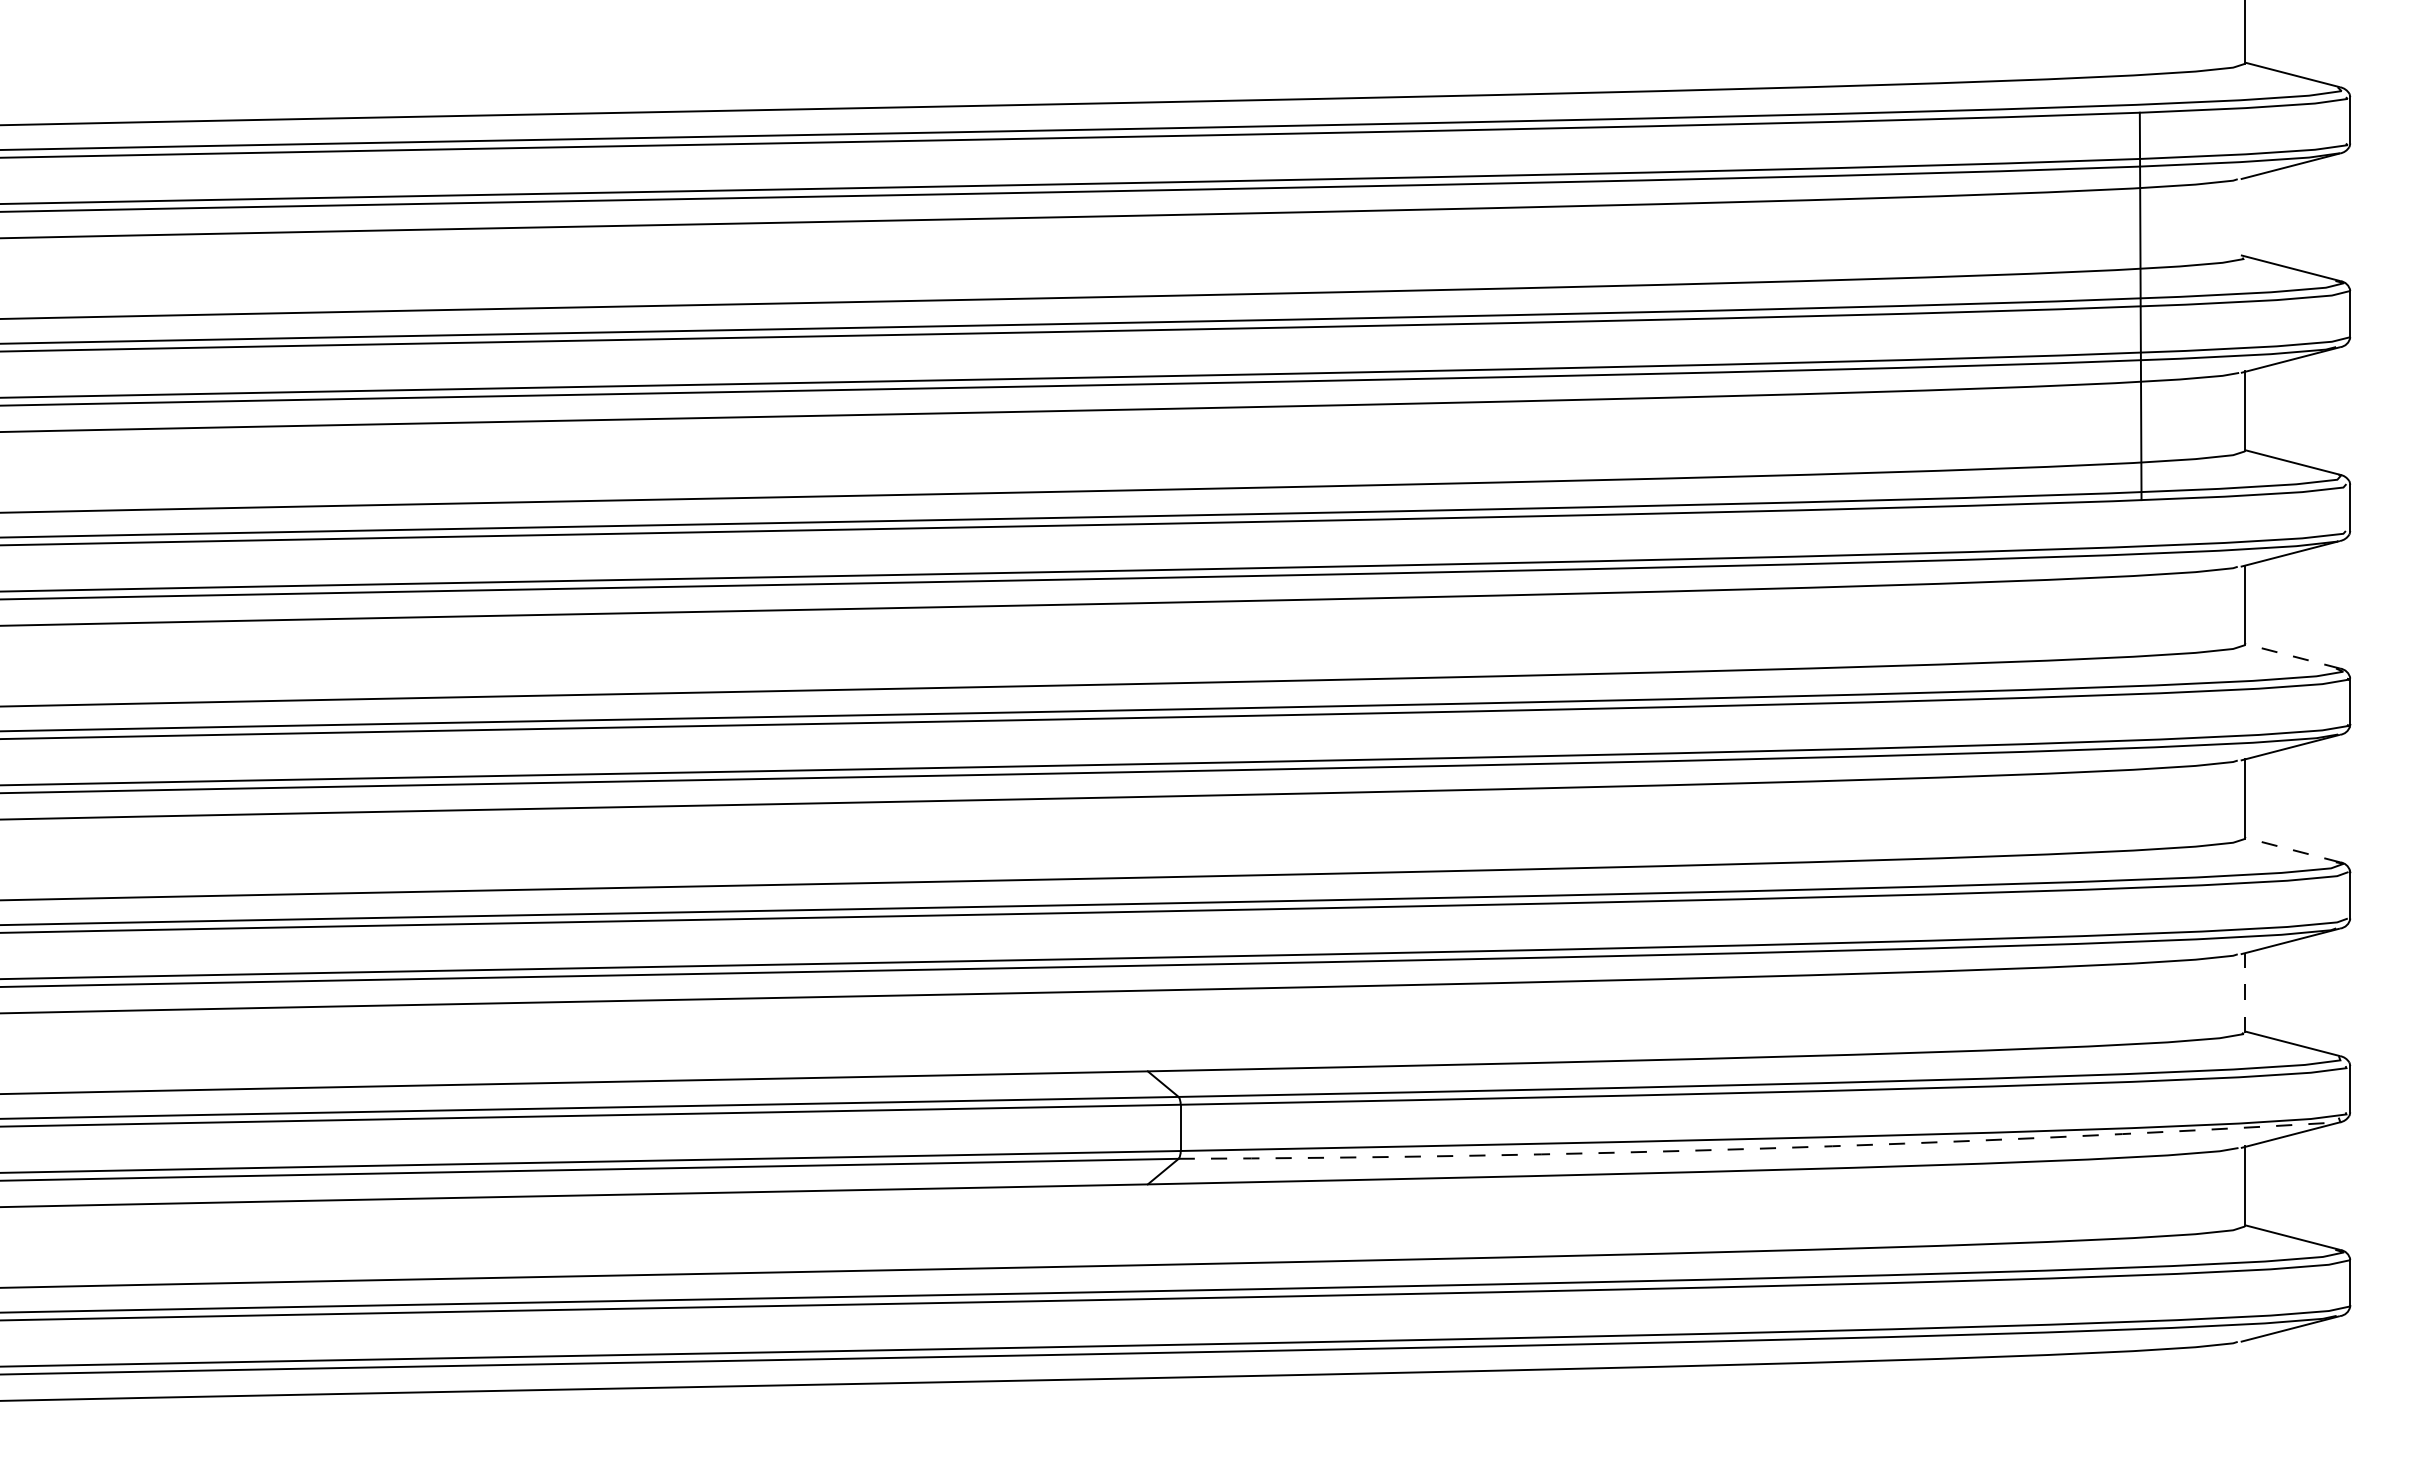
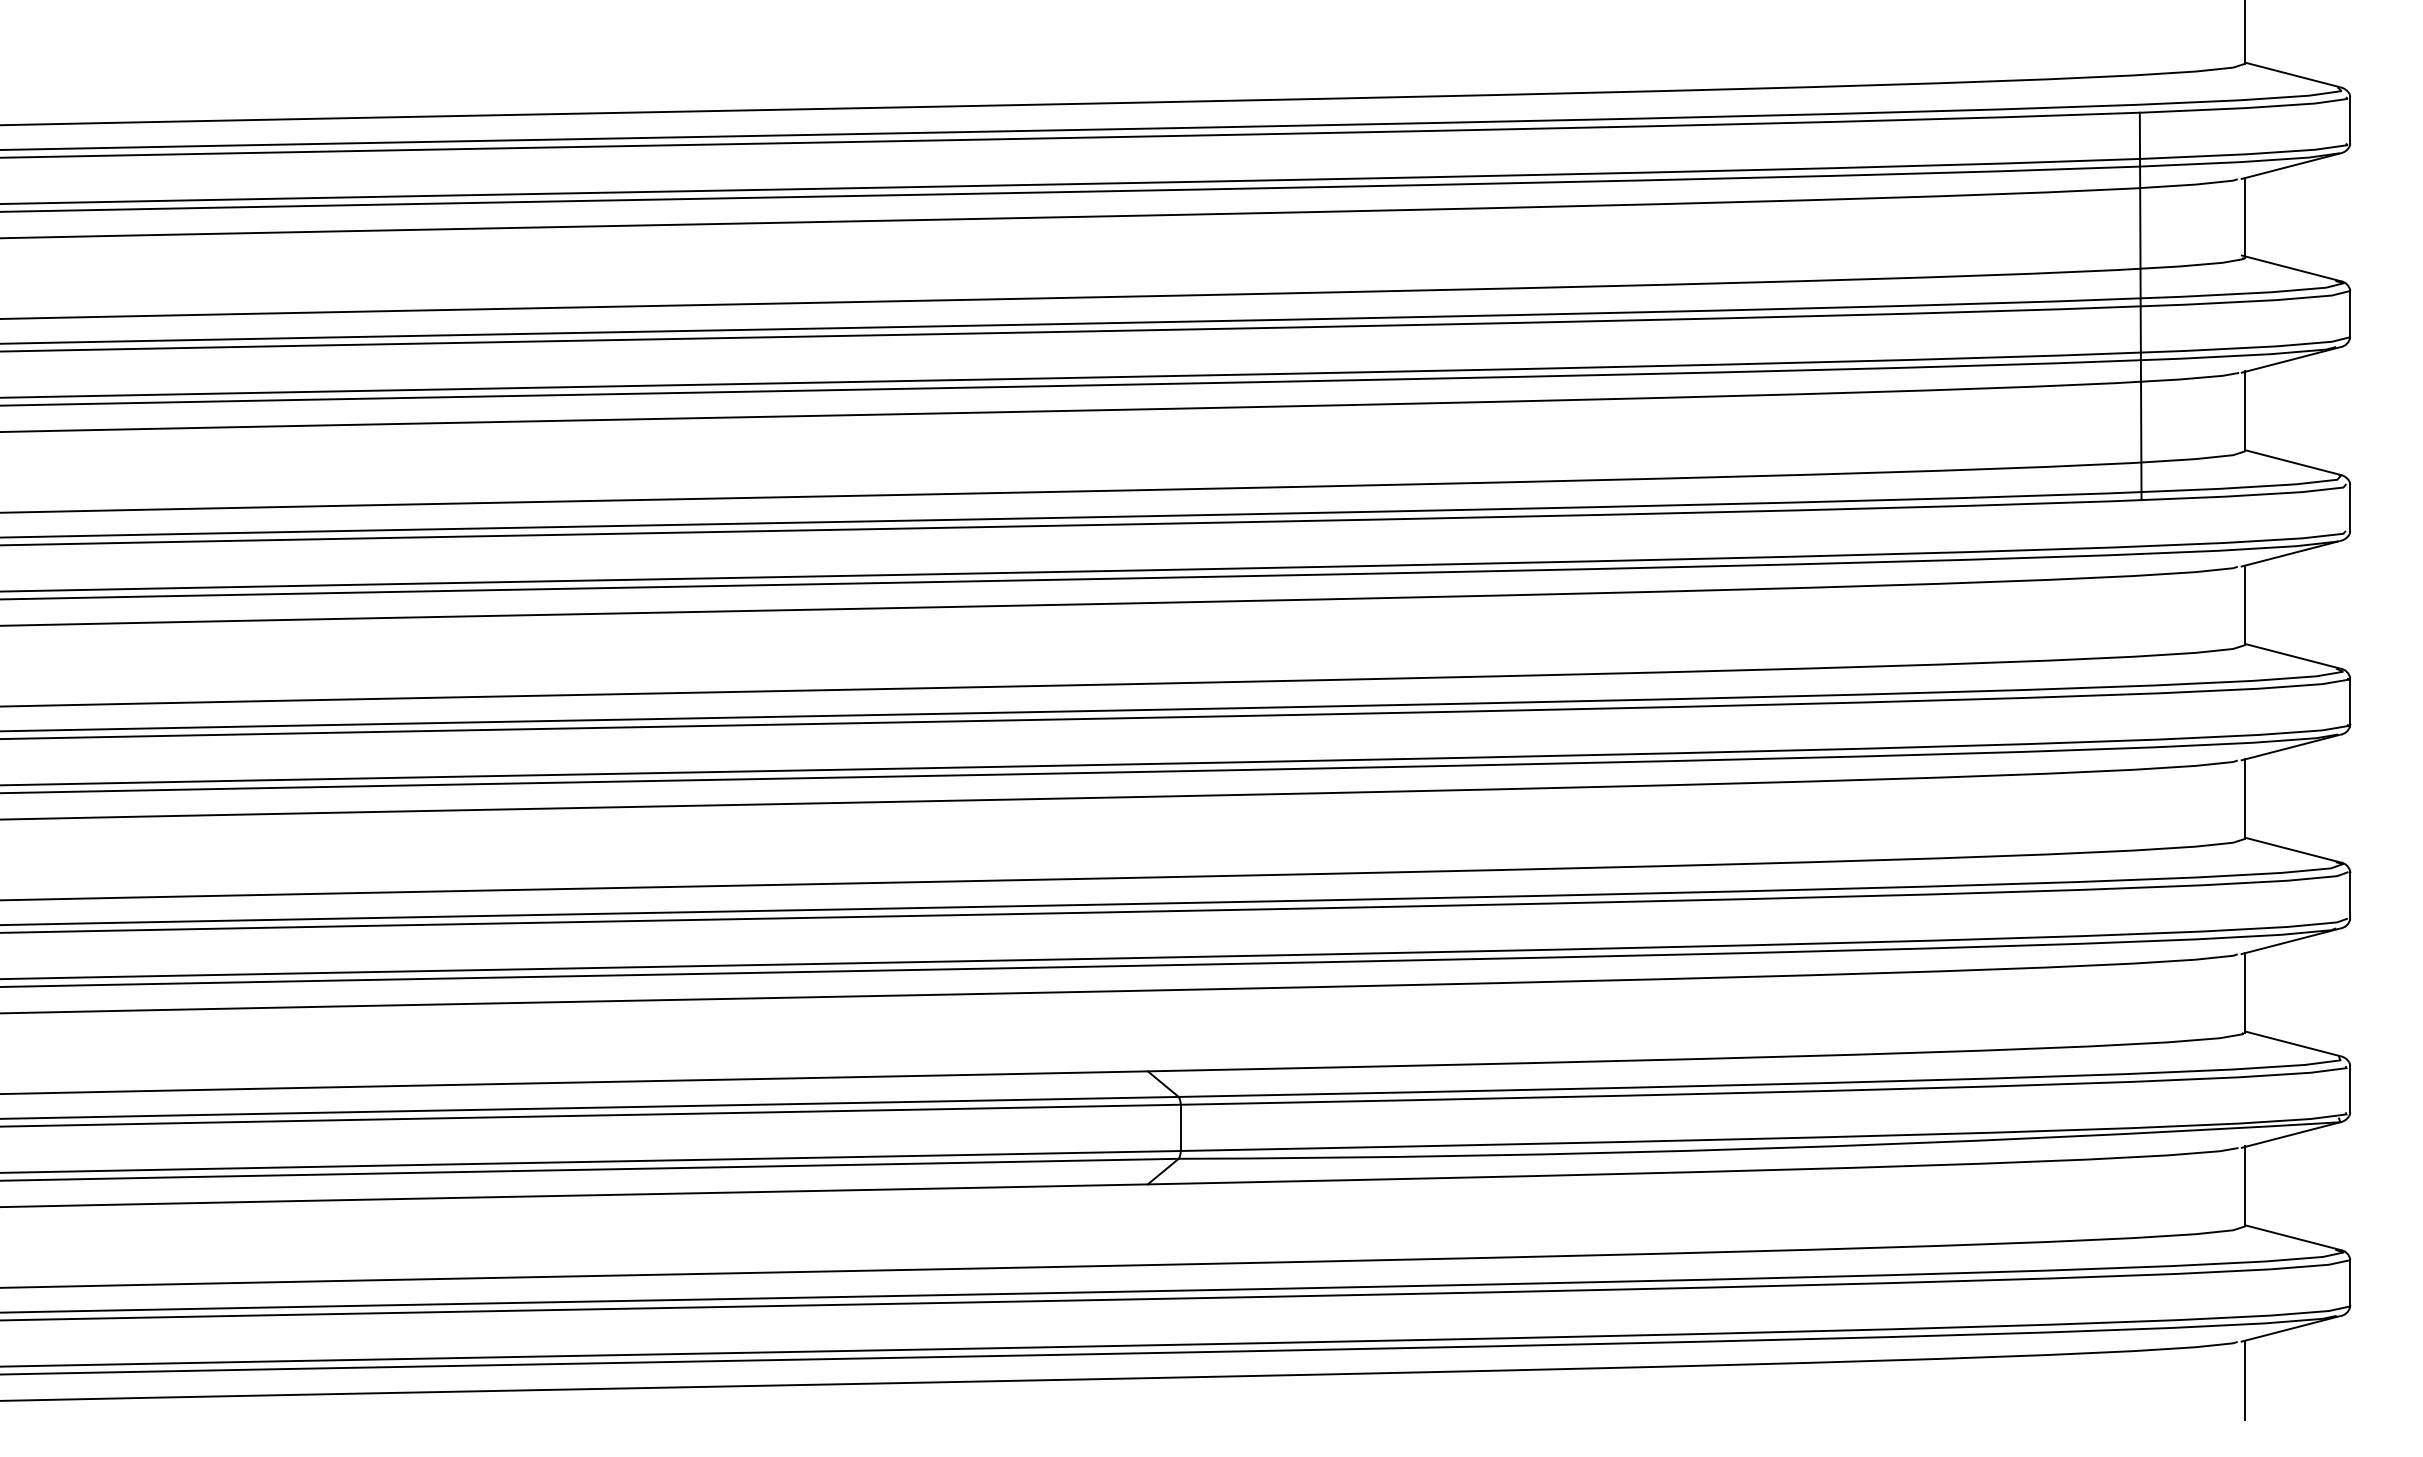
line at (2245, 217): none -> present
line at (2292, 656): dashed -> solid
line at (2292, 849): dashed -> solid
line at (2245, 992): dashed -> solid
arc at (1759, 1148): dashed -> solid
line at (2245, 1380): none -> present
